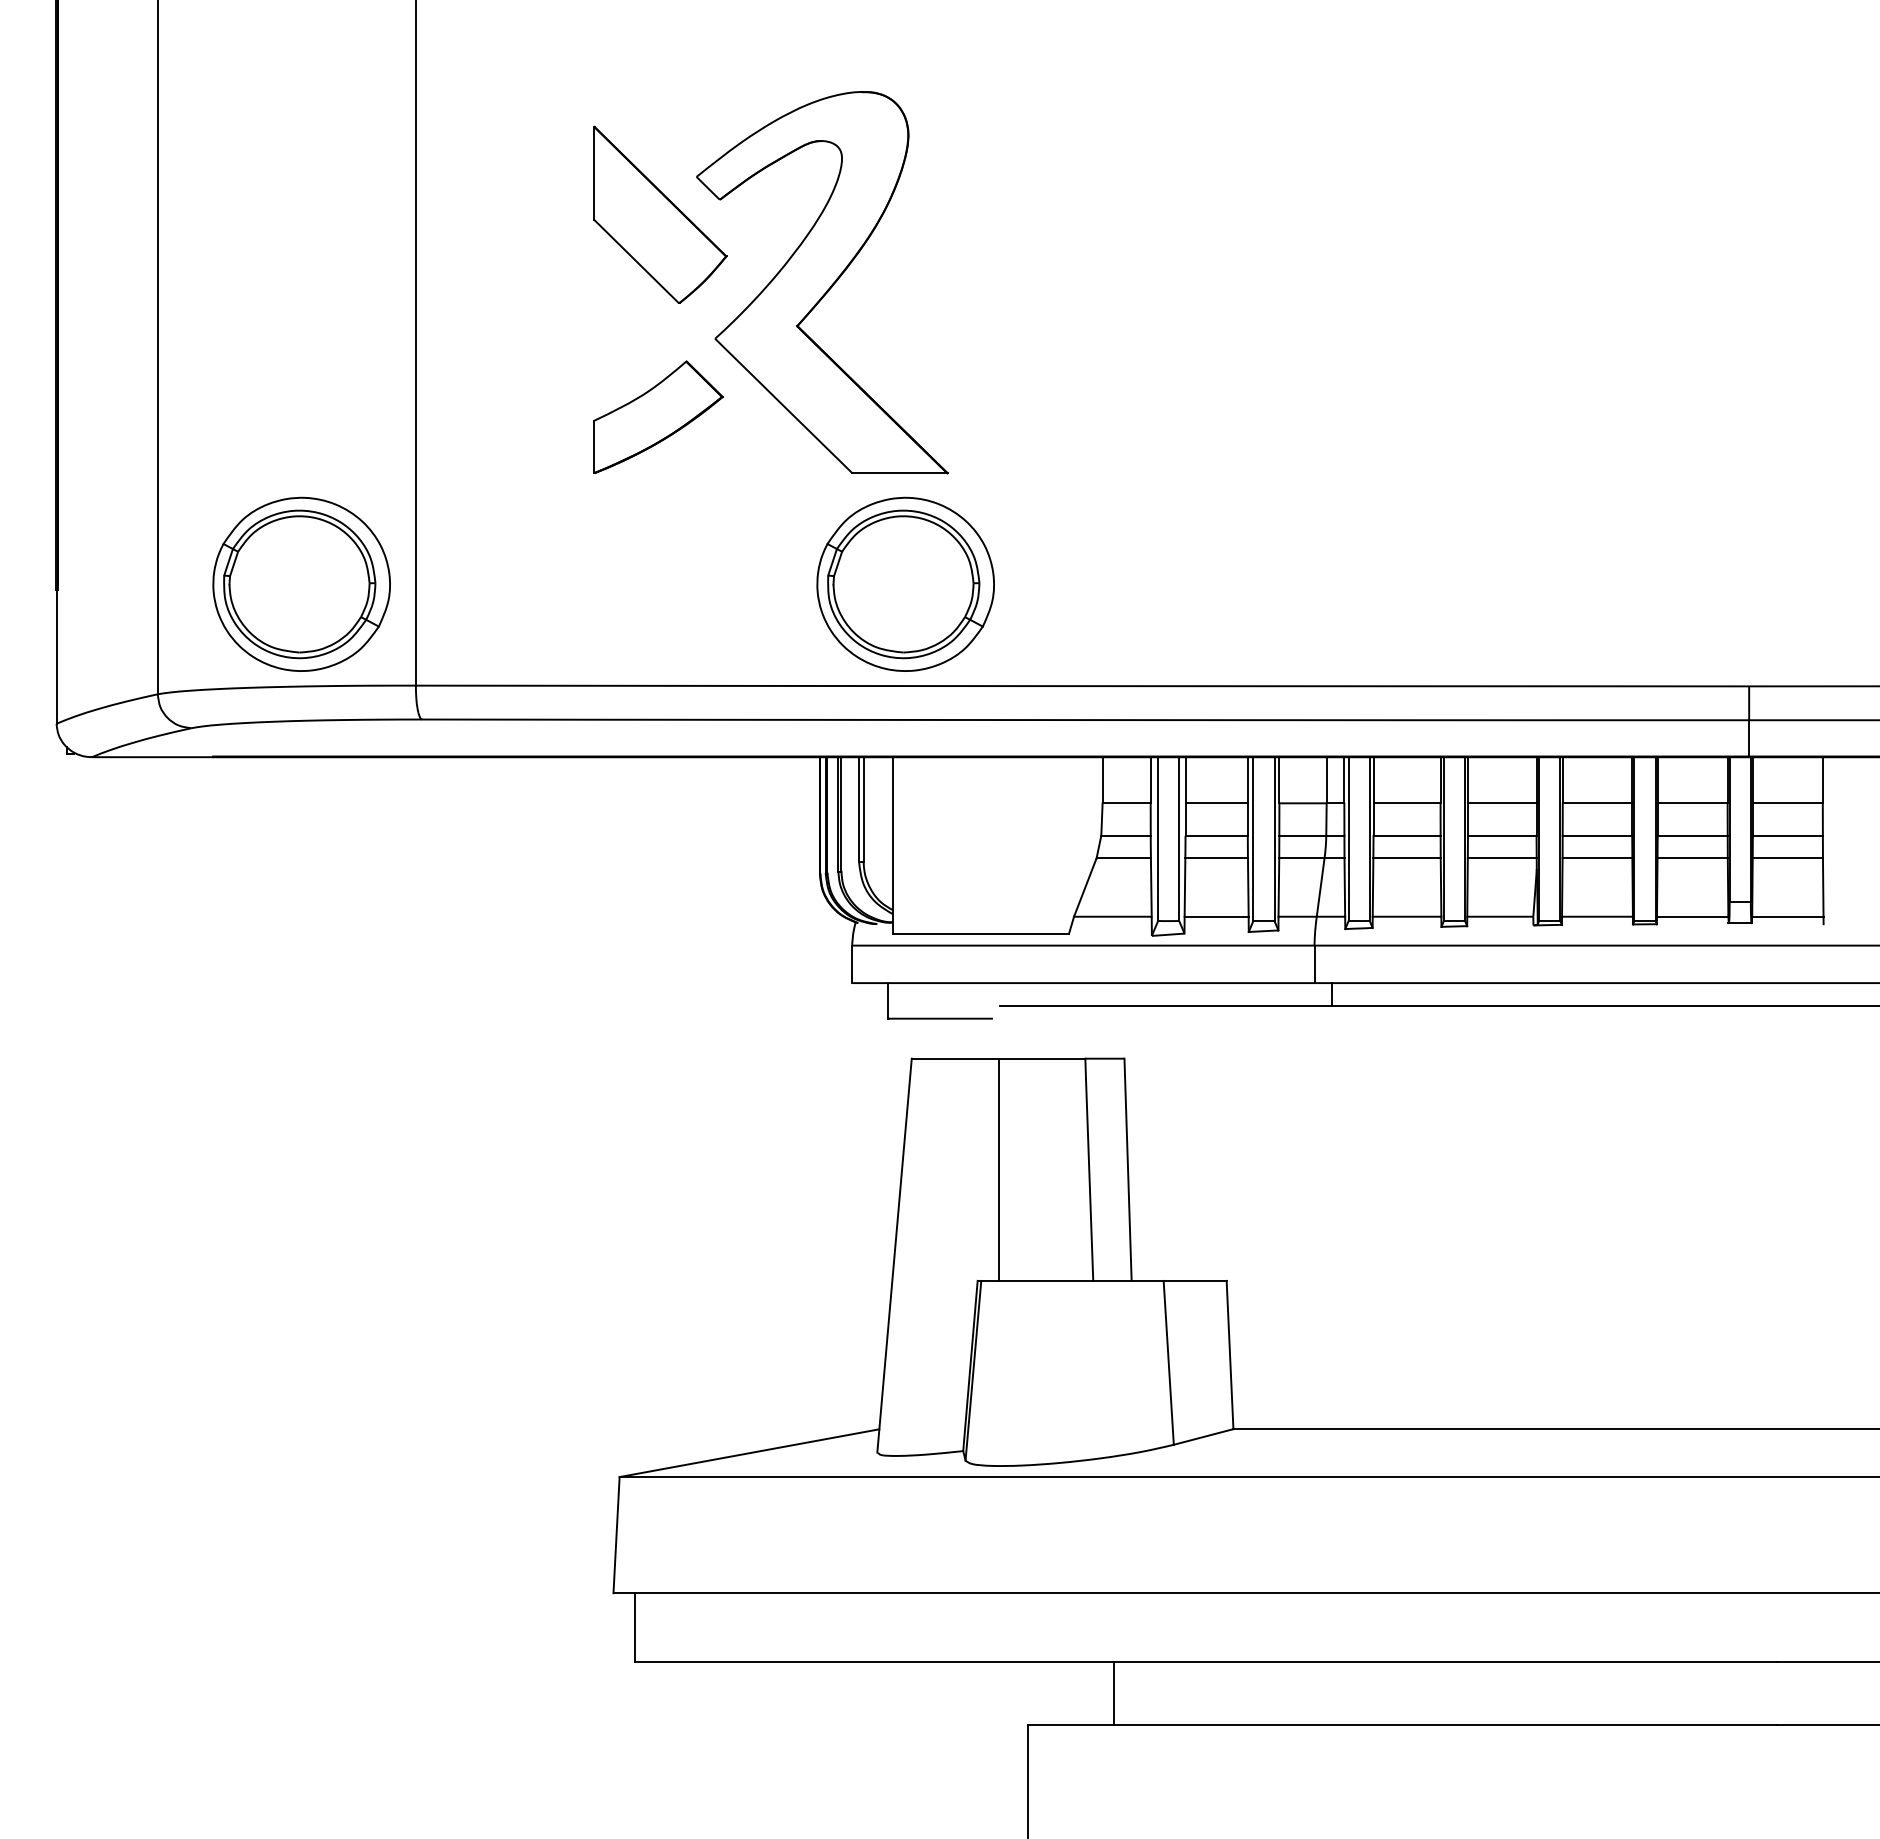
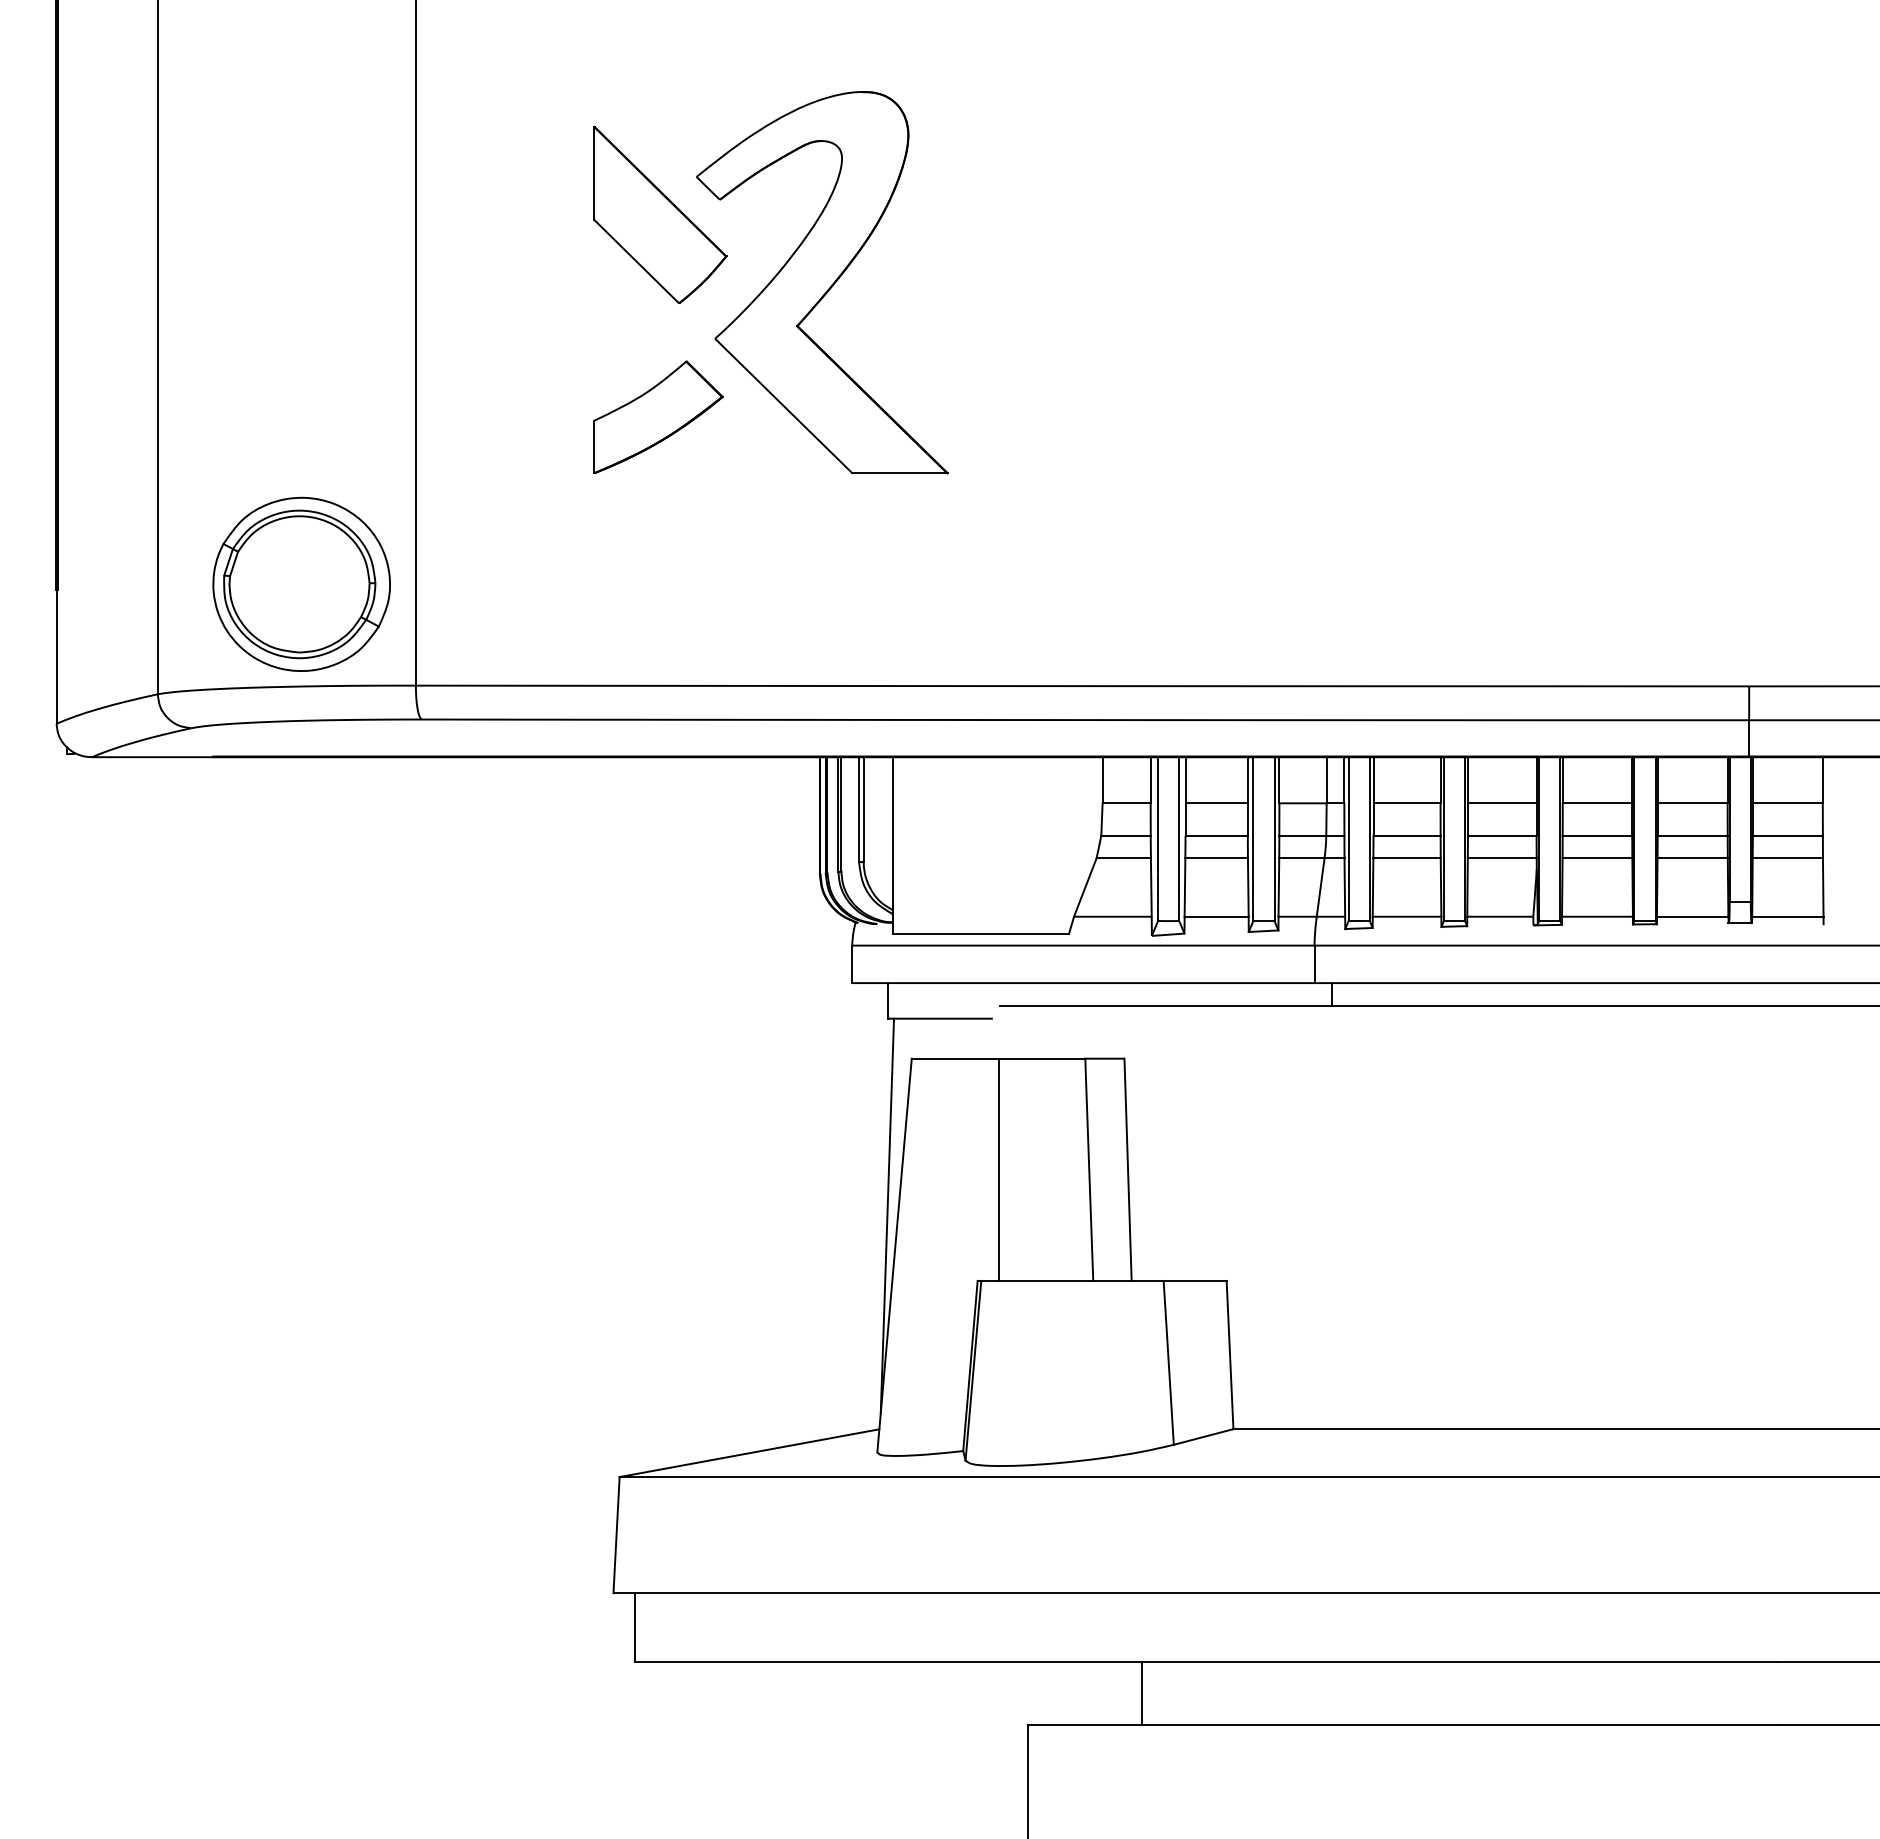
part at (905, 583): present -> none
line at (887, 1215): none -> present
line at (1114, 1693) position: (1114, 1693) -> (1142, 1693)
